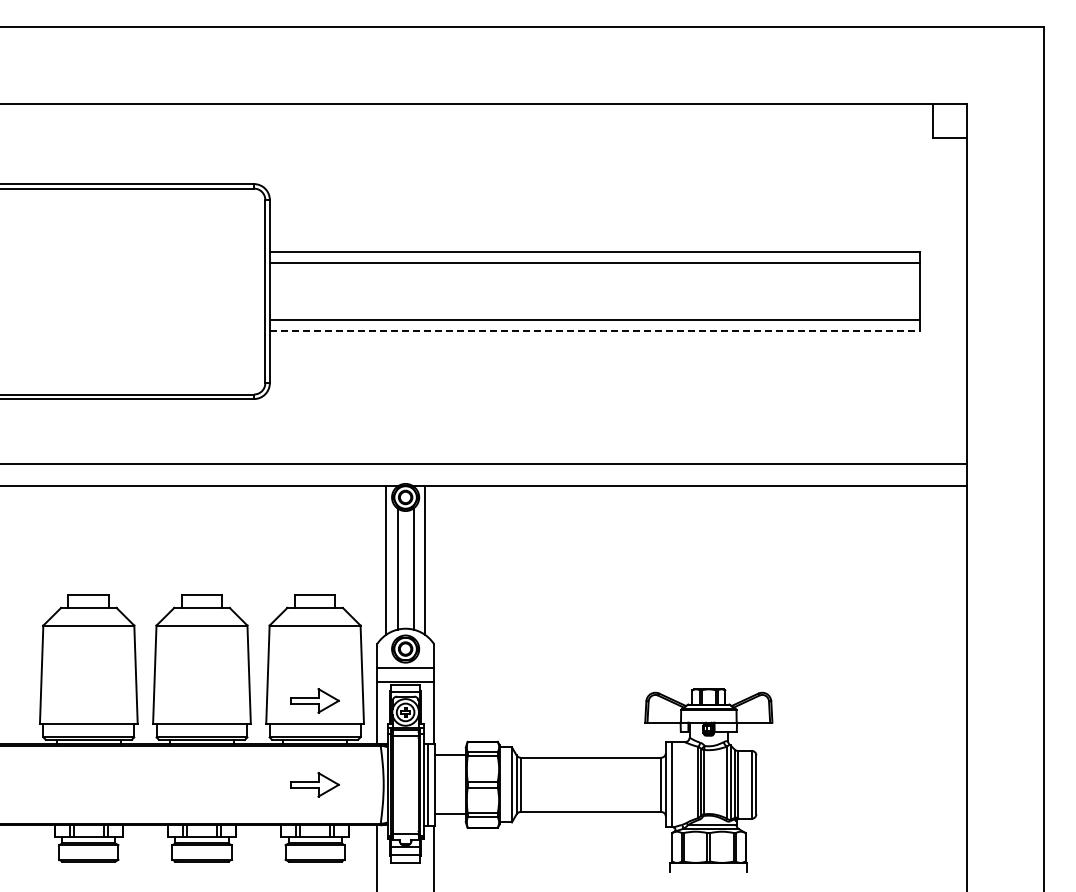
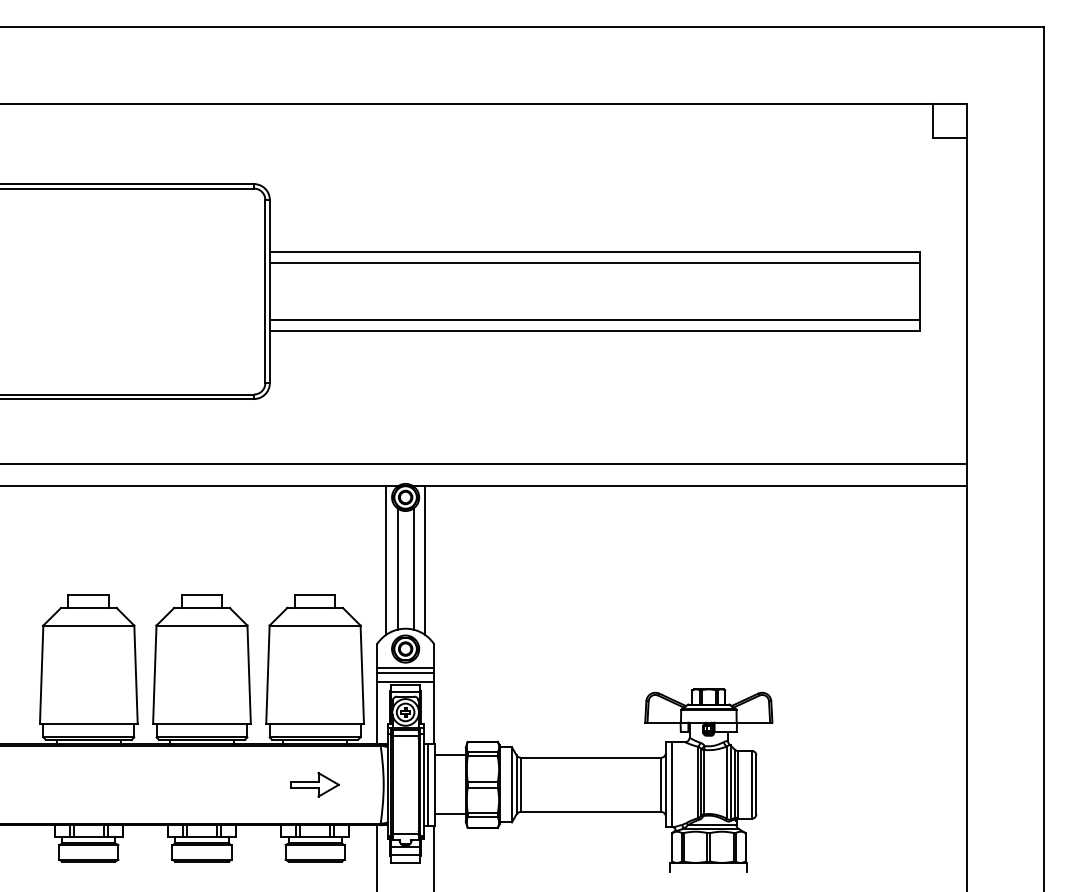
line at (595, 331): dashed -> solid
line at (405, 672): none -> present
part at (314, 700): present -> none
